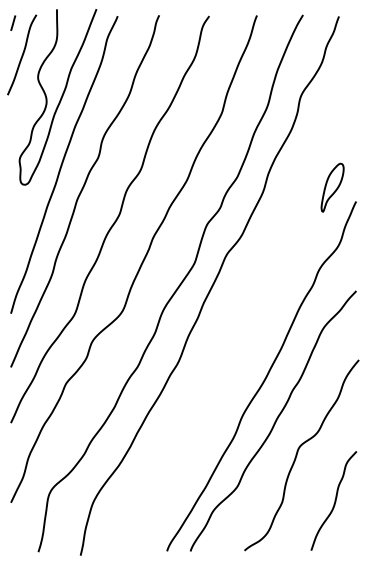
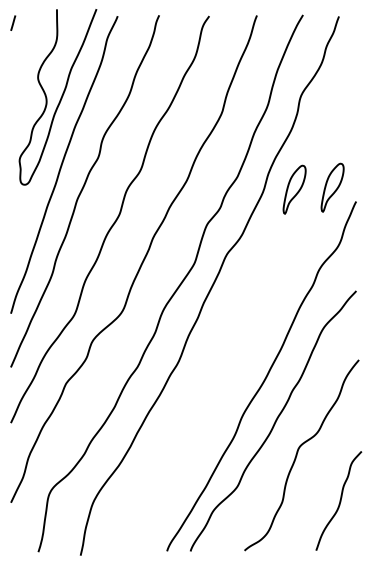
curve at (22, 54): present -> none
part at (294, 189): none -> present
curve at (334, 500) position: (334, 500) -> (339, 500)
